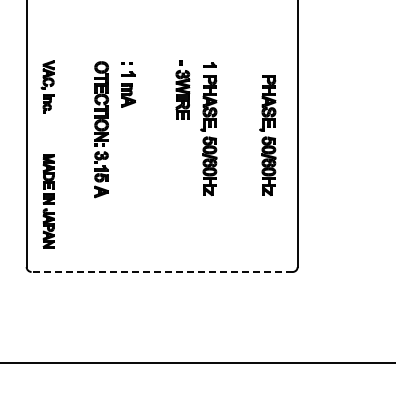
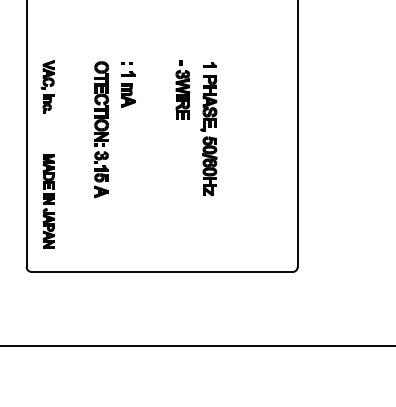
part at (267, 135): present -> none
line at (162, 271): dashed -> solid
line at (197, 362) position: (197, 362) -> (197, 345)
